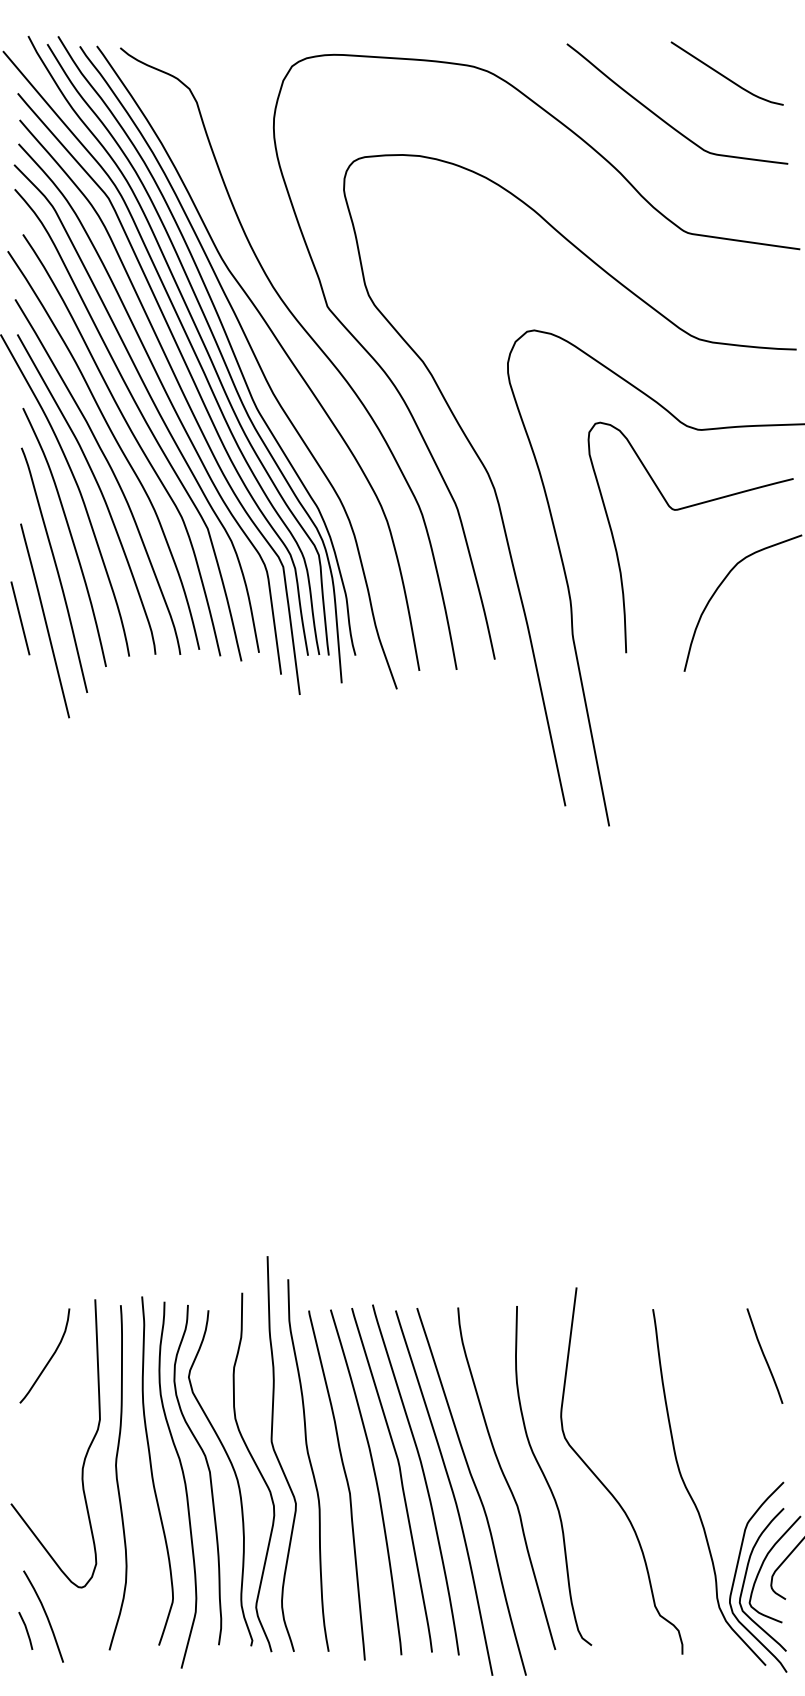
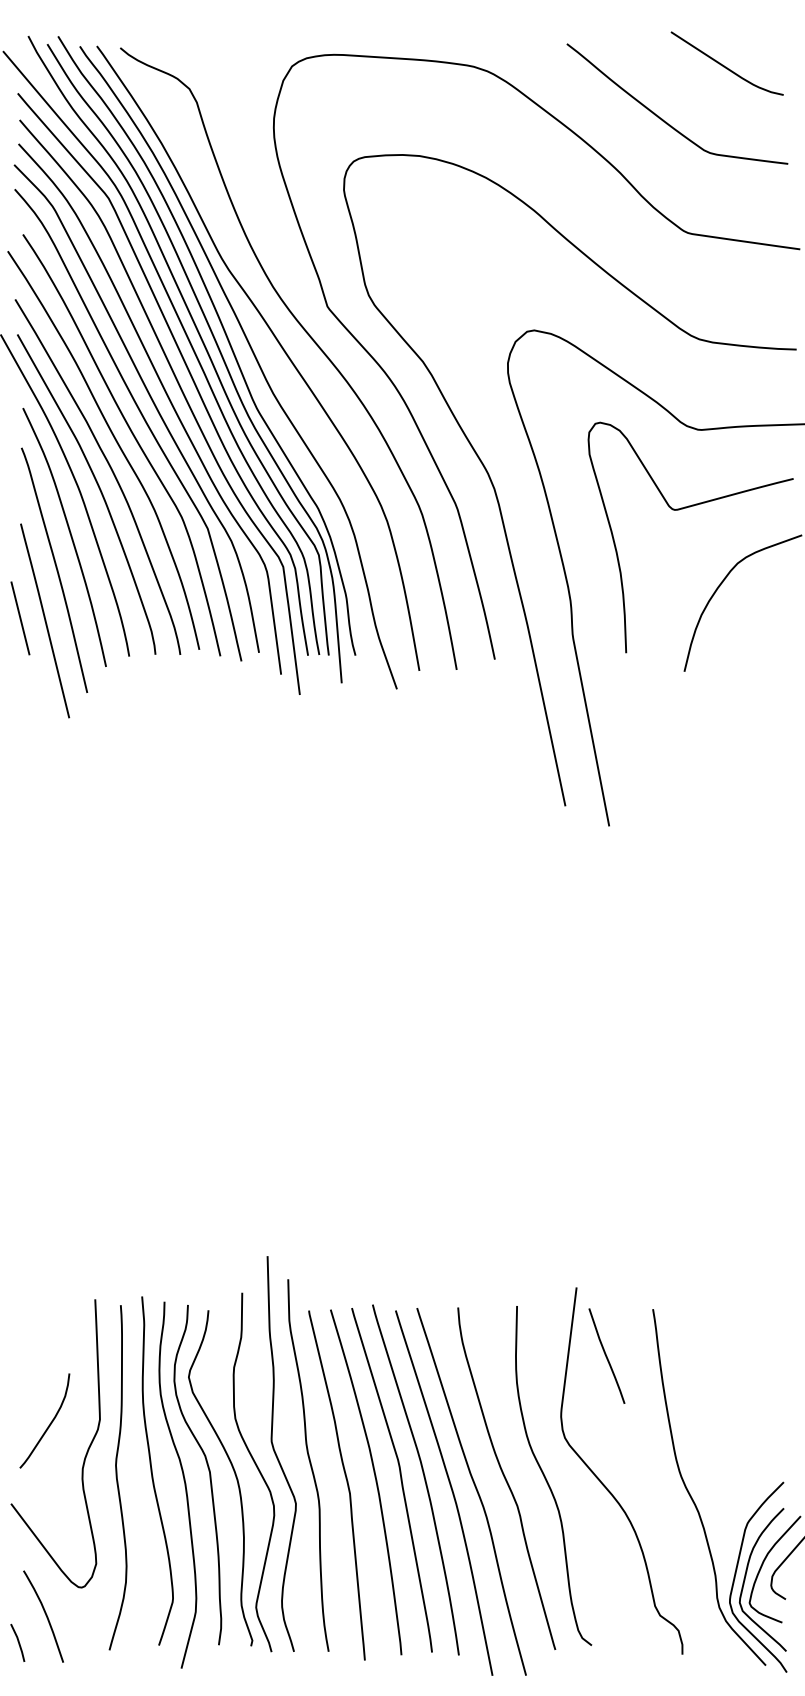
curve at (724, 75) position: (724, 75) -> (724, 65)
curve at (764, 1355) position: (764, 1355) -> (606, 1355)
curve at (49, 1358) position: (49, 1358) -> (49, 1423)
line at (25, 1629) position: (25, 1629) -> (17, 1641)
